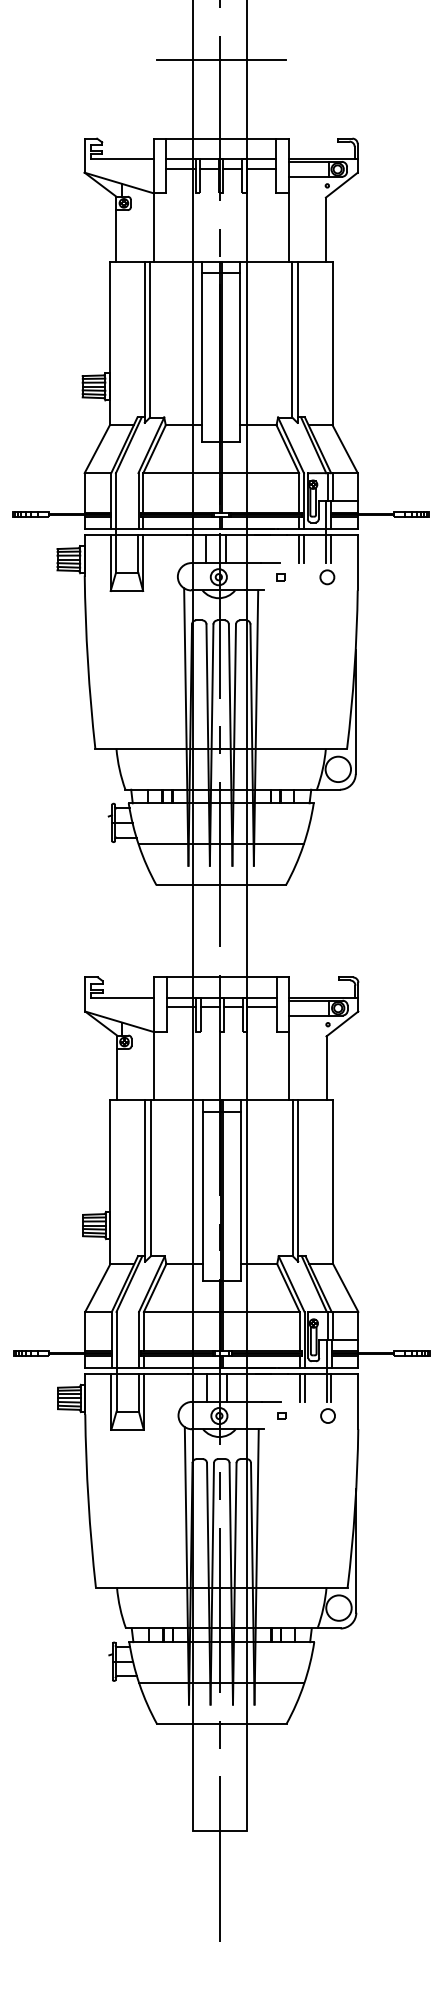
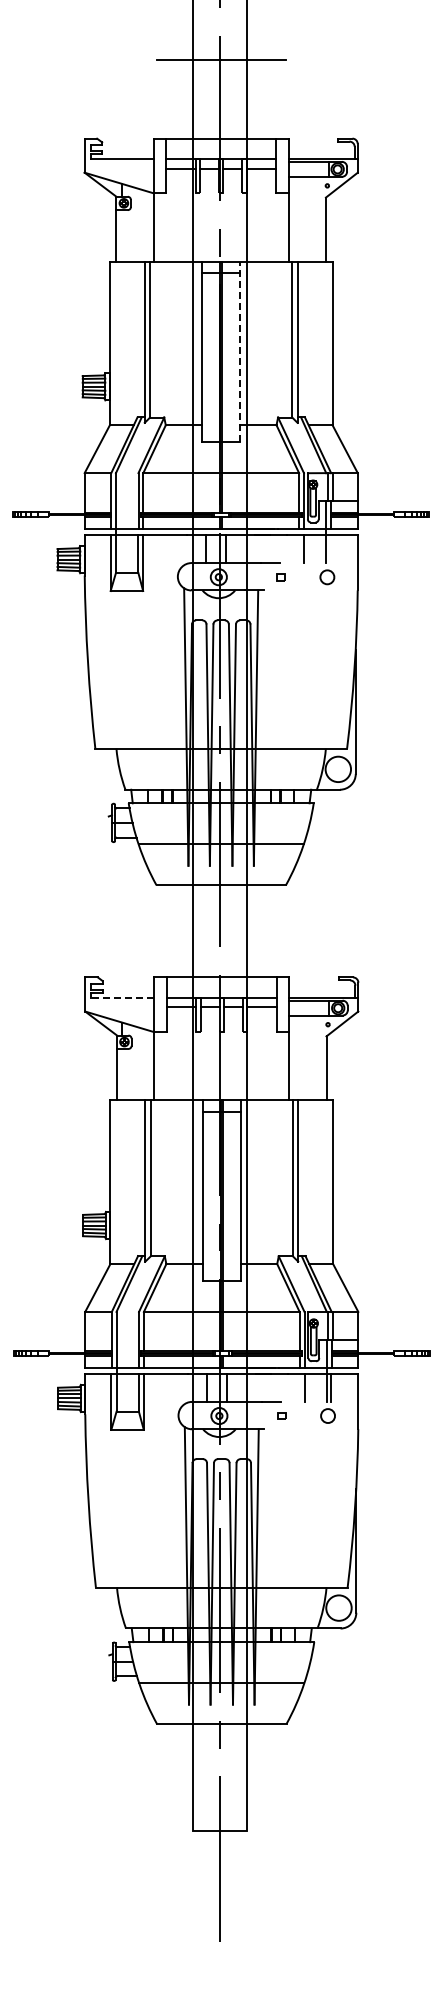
line at (240, 351): solid -> dashed
line at (299, 549): present -> none
line at (330, 549): present -> none
line at (122, 998): solid -> dashed
line at (300, 1387): present -> none
